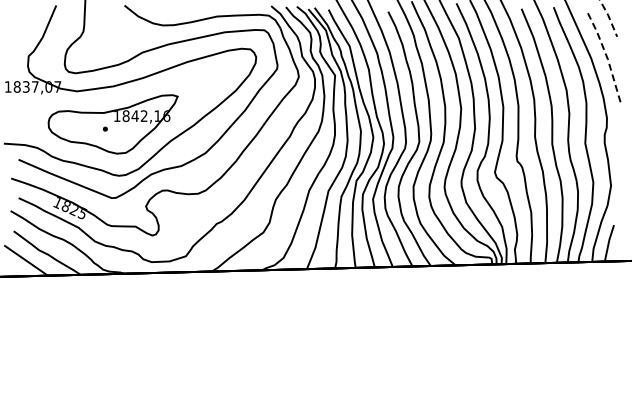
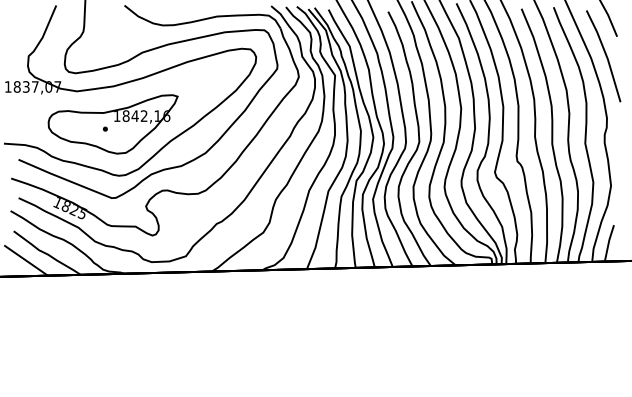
line at (609, 17): dashed -> solid
line at (606, 54): dashed -> solid
